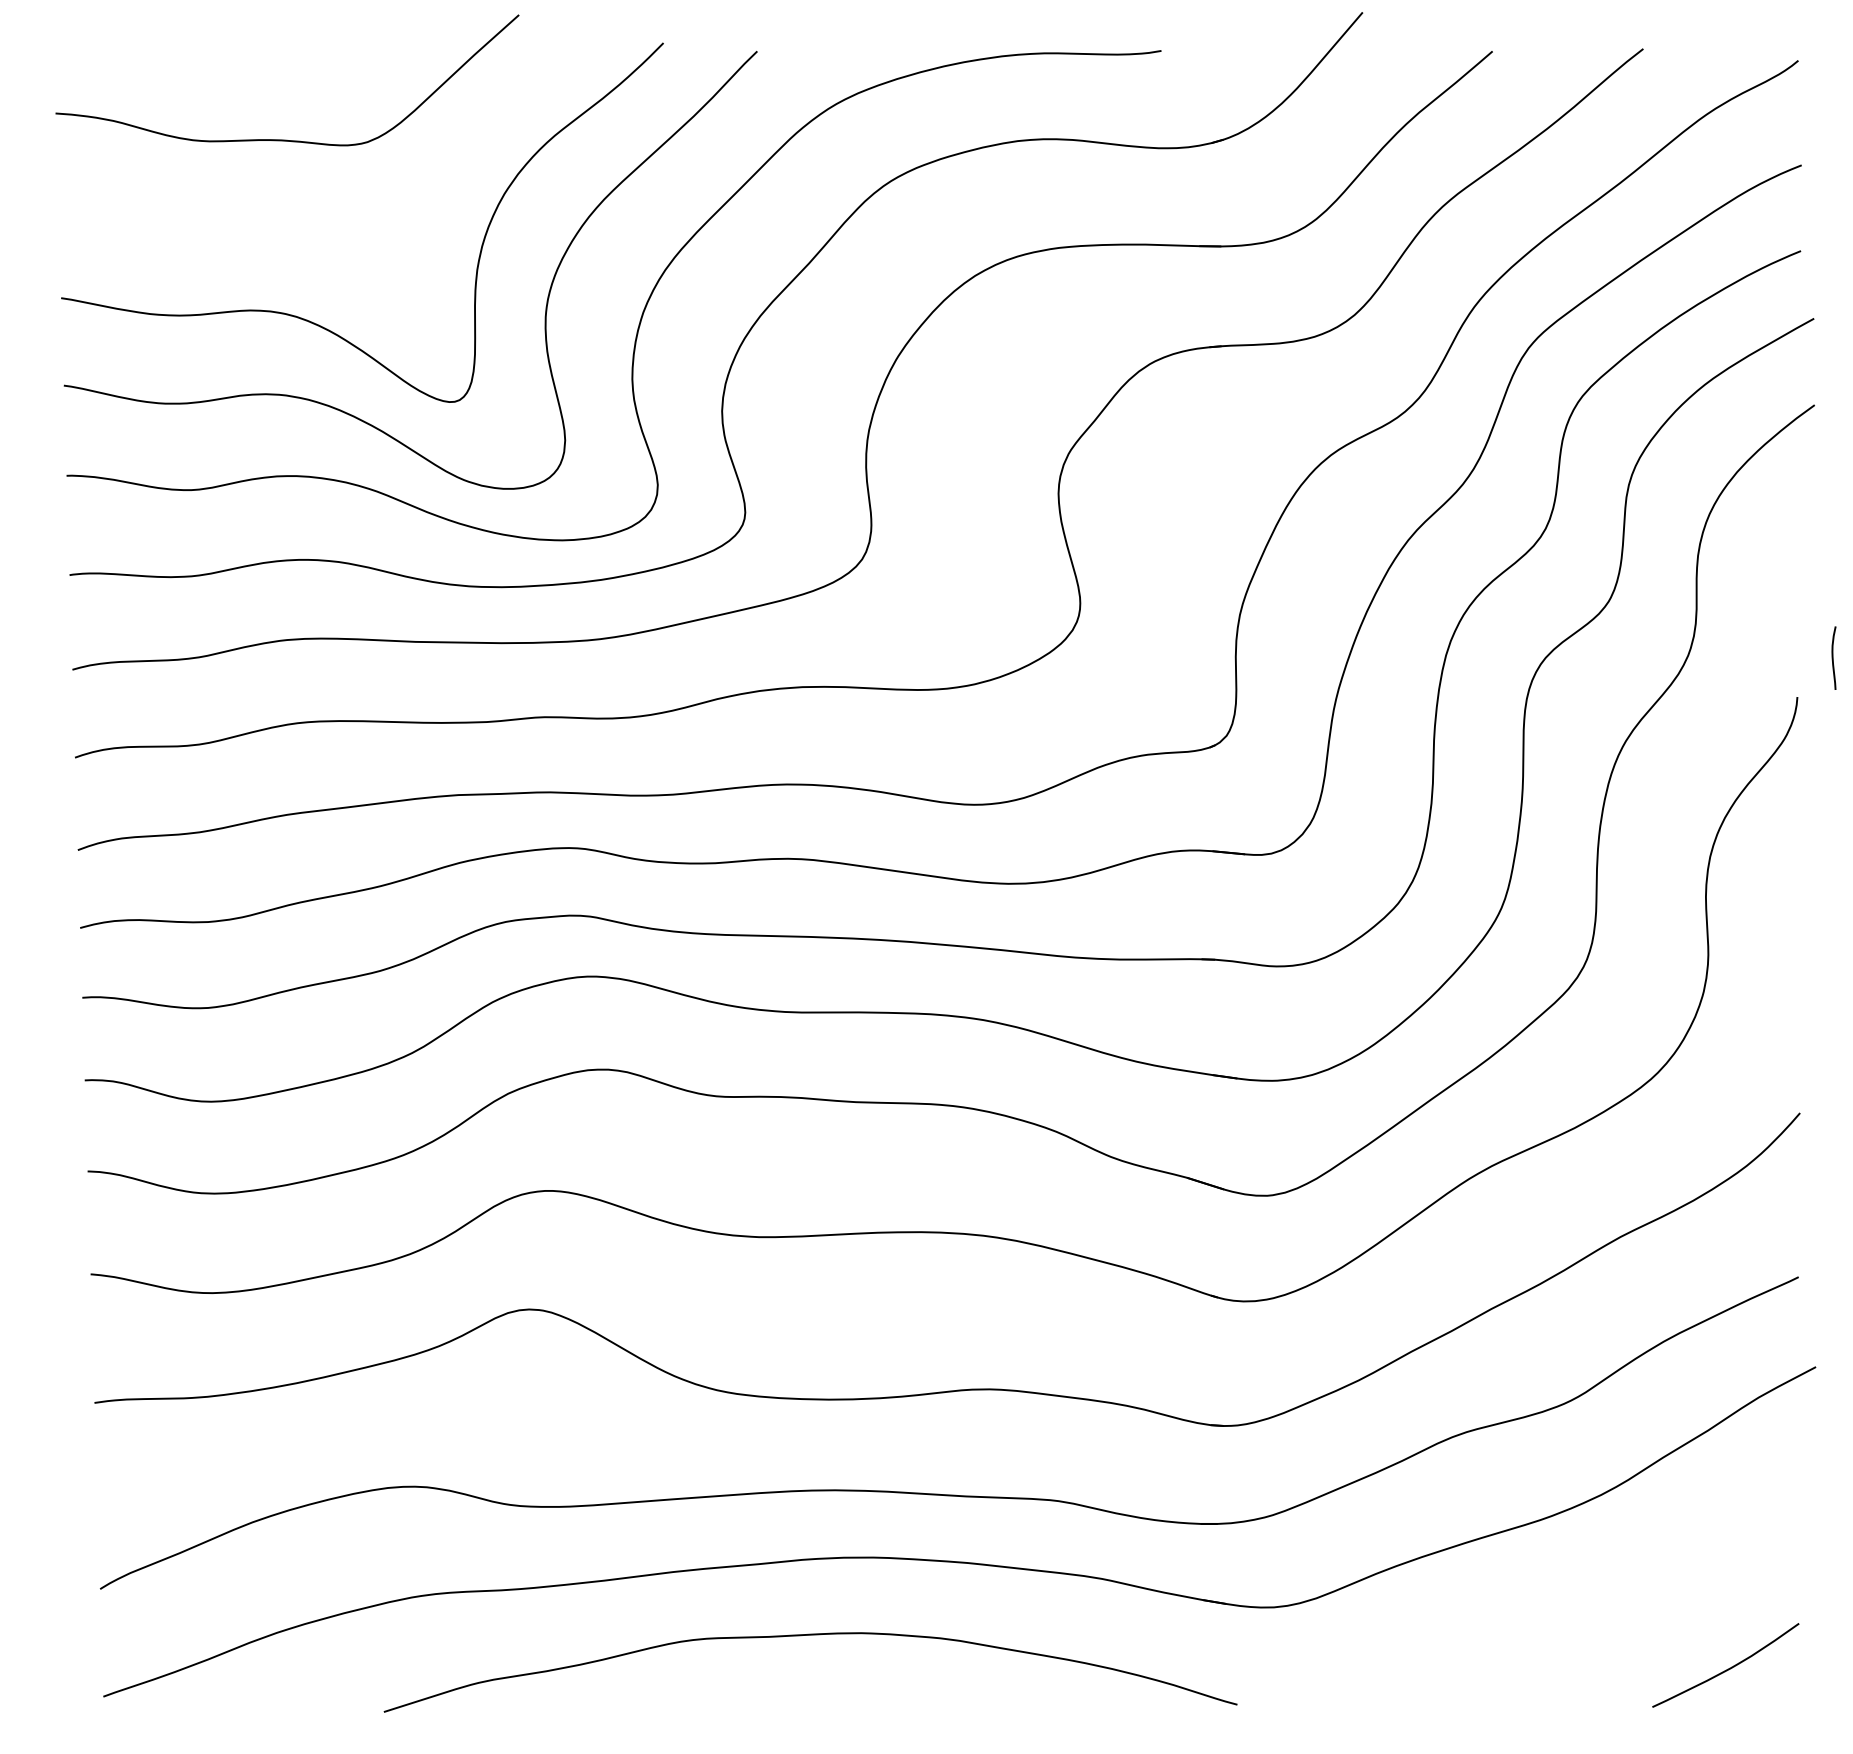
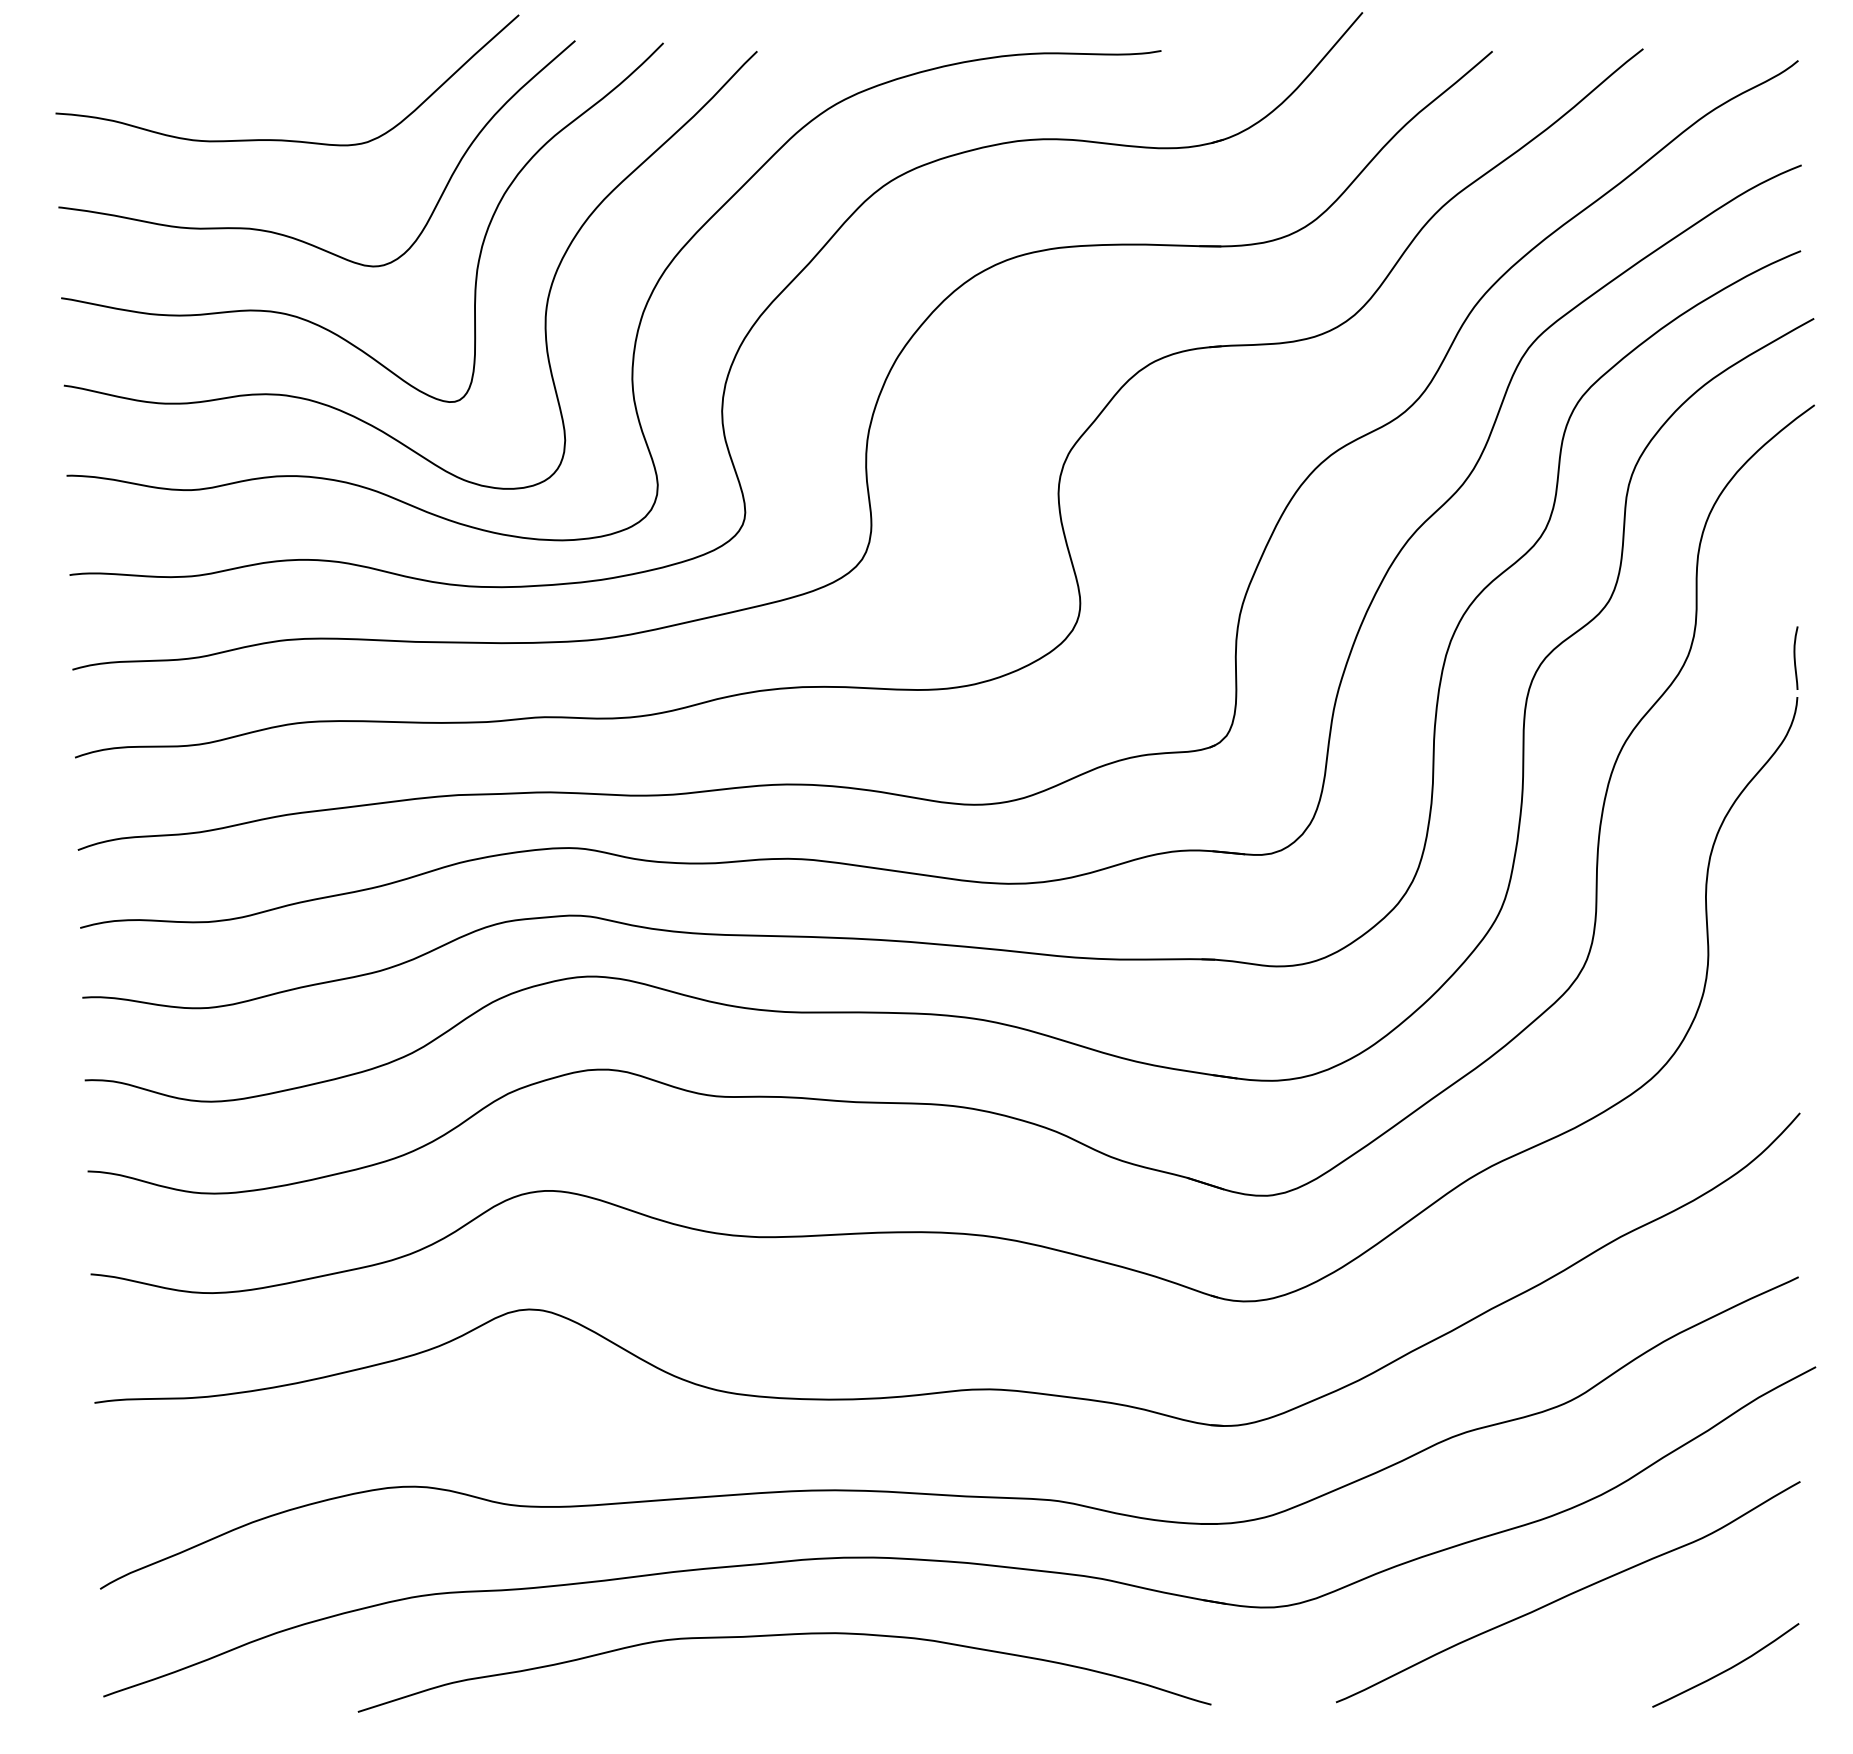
curve at (288, 235): none -> present
curve at (1833, 657) position: (1833, 657) -> (1795, 657)
curve at (1567, 1594): none -> present
curve at (810, 1635) position: (810, 1635) -> (784, 1635)
